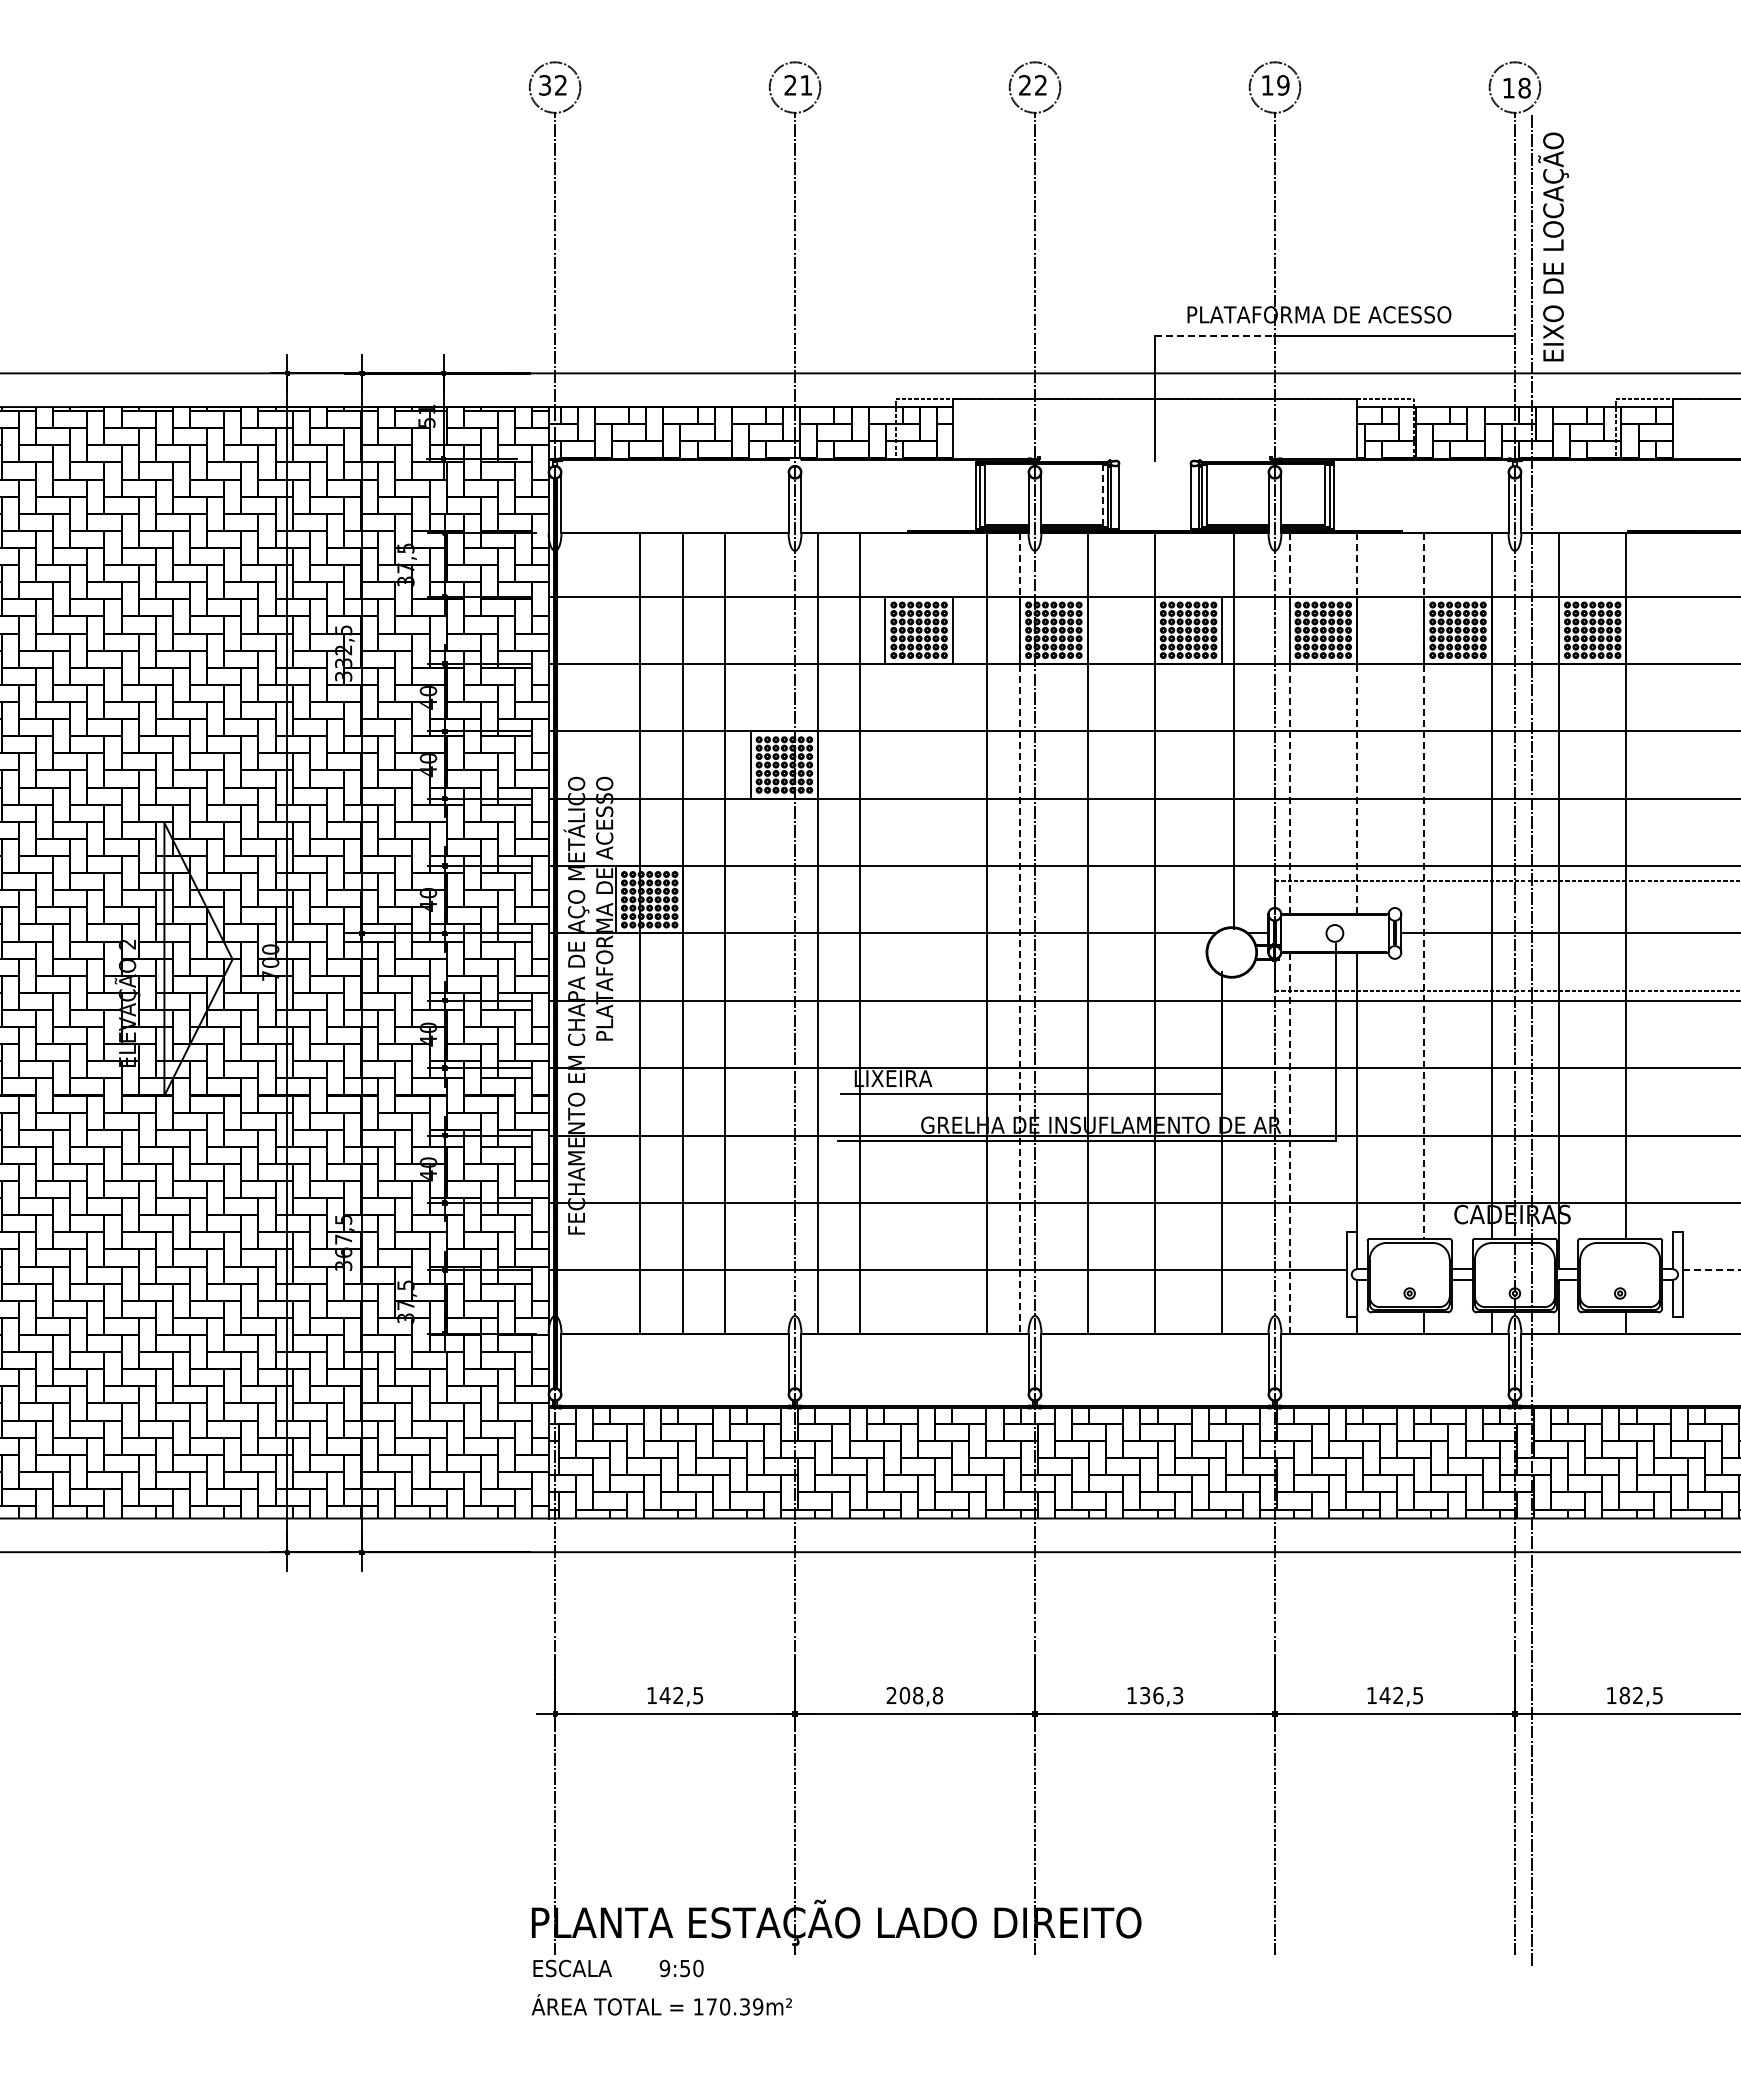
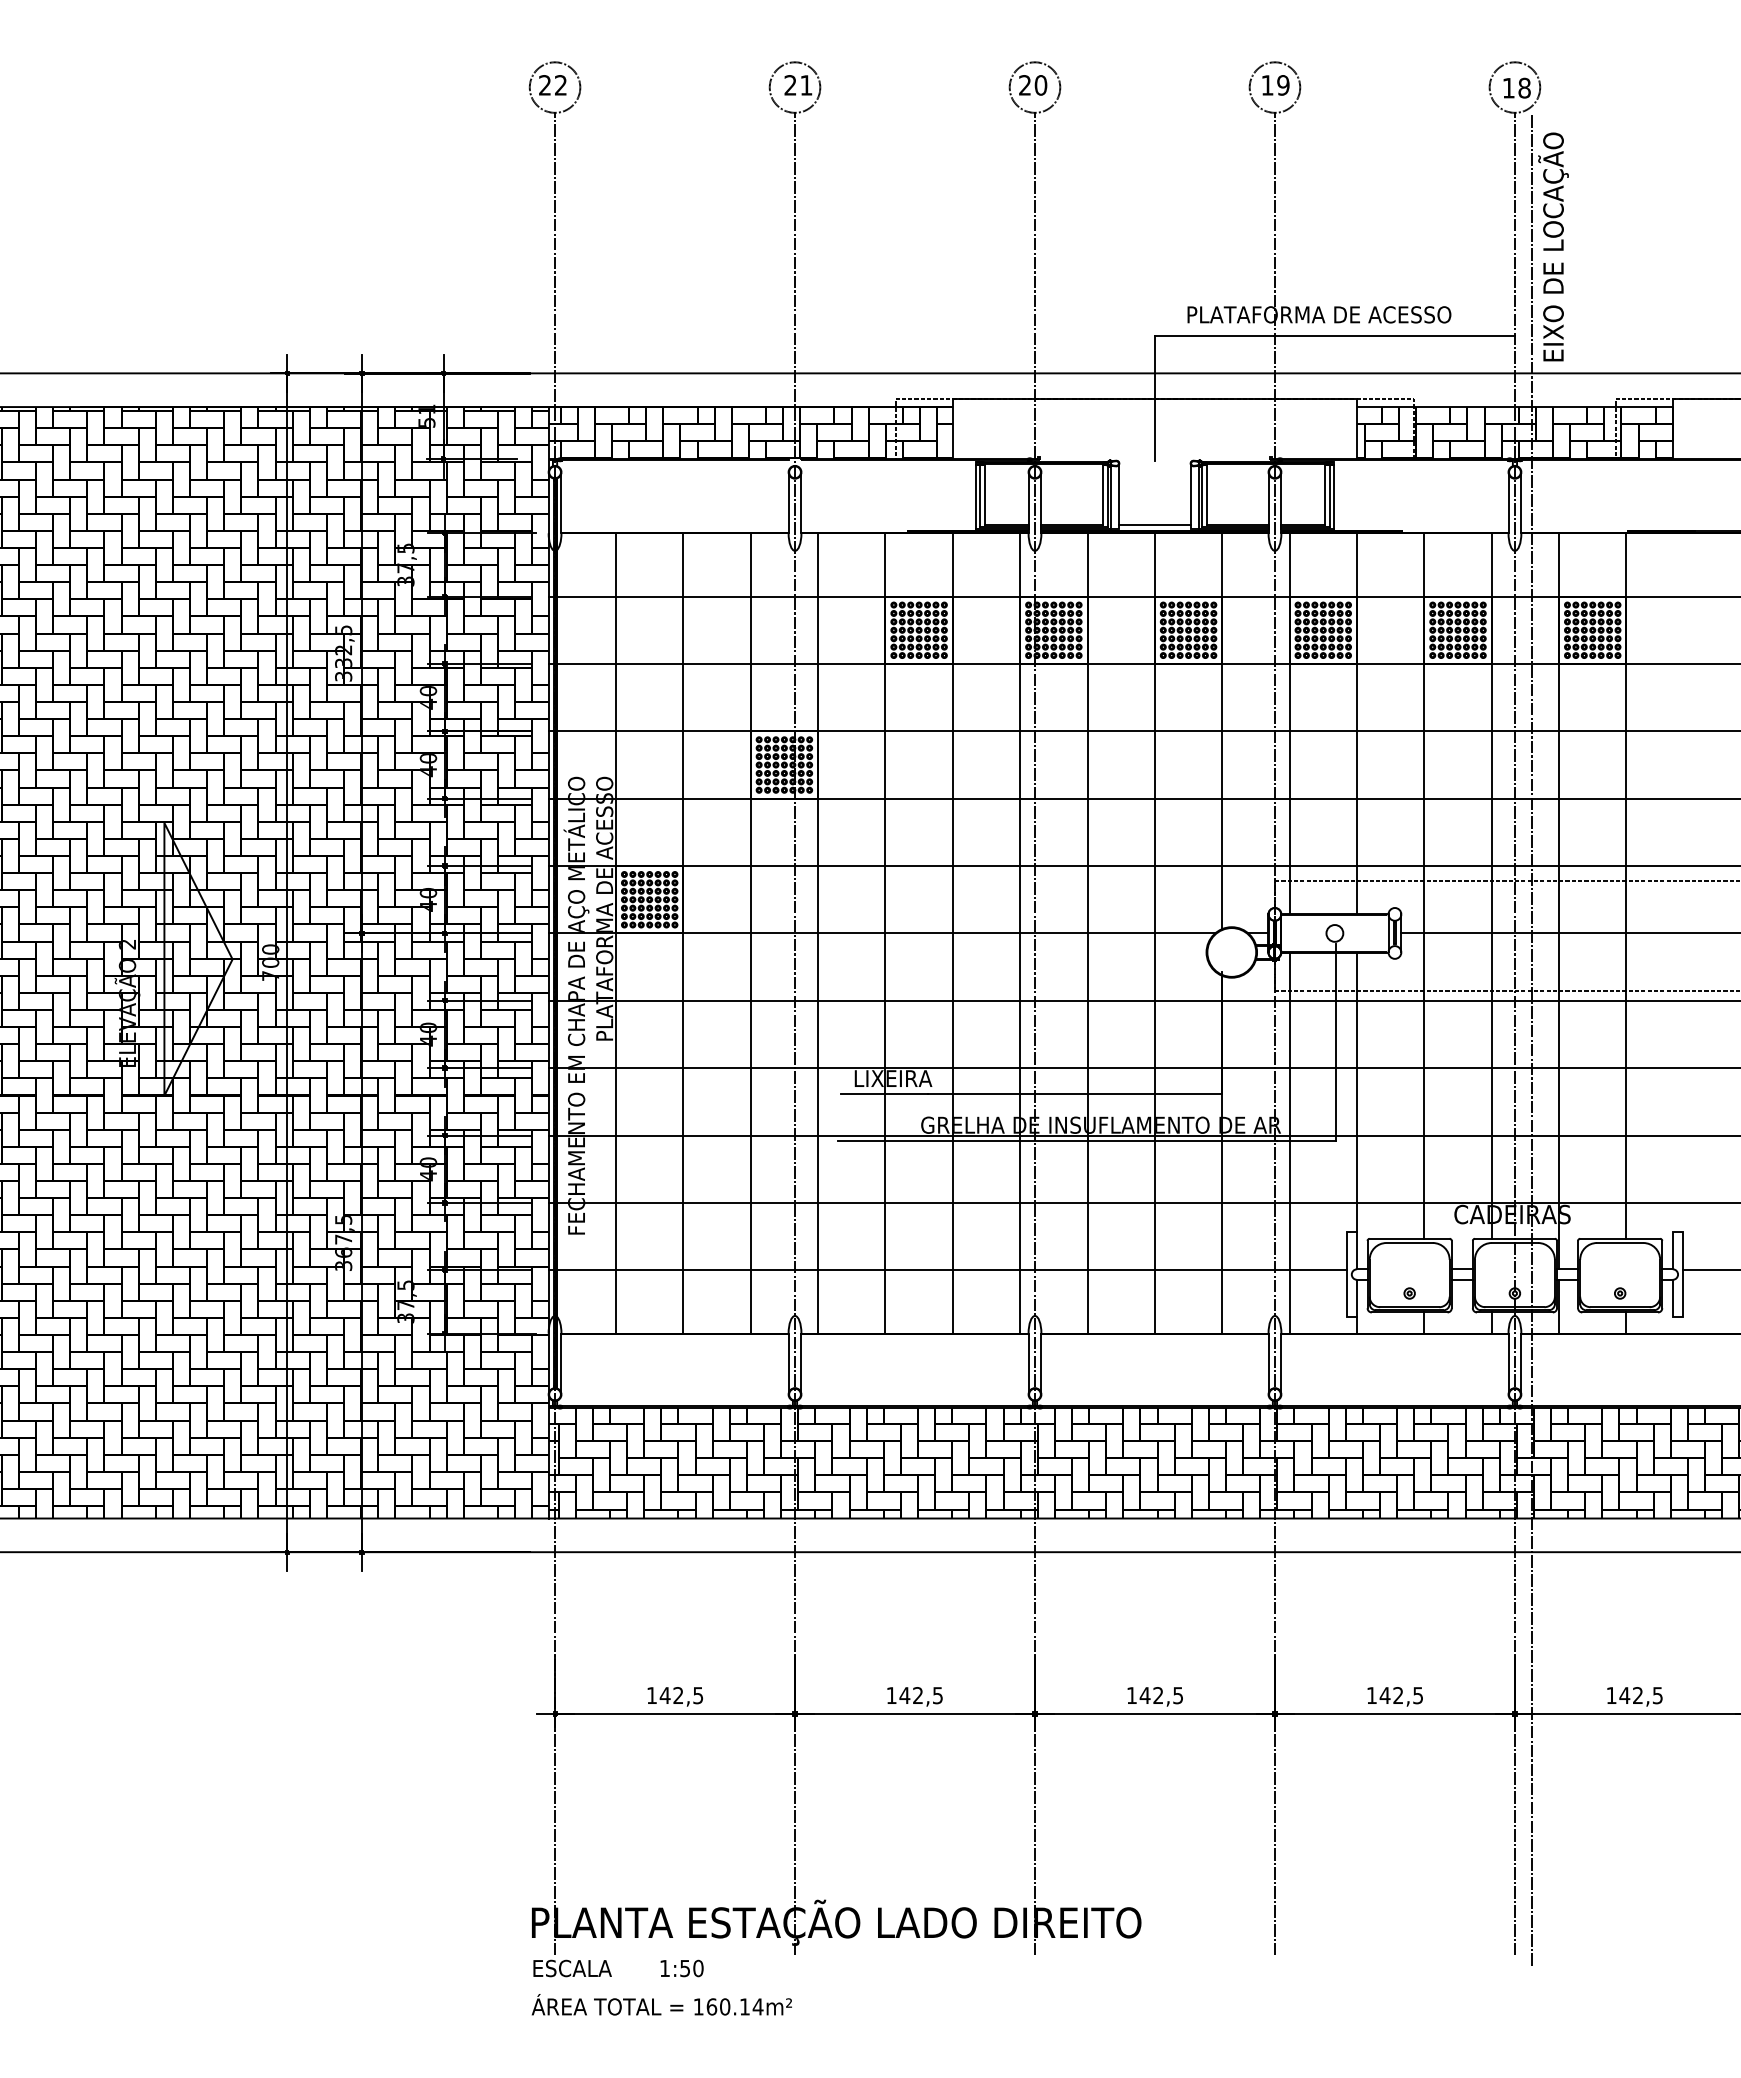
text at (545, 85): 32 -> 22
text at (1040, 85): 22 -> 20
line at (1214, 336): dashed -> solid
line at (1102, 495): dashed -> solid
line at (1154, 525): none -> present
line at (1289, 723): dashed -> solid
line at (1356, 723): dashed -> solid
line at (1234, 731) position: (1234, 731) -> (1222, 731)
line at (1424, 886): dashed -> solid
line at (640, 933) position: (640, 933) -> (616, 933)
line at (724, 933) position: (724, 933) -> (750, 933)
line at (860, 933) position: (860, 933) -> (885, 933)
line at (986, 933) position: (986, 933) -> (952, 933)
line at (1020, 933): dashed -> solid
line at (1289, 1143): dashed -> solid
line at (1712, 1270): dashed -> solid
text at (914, 1695): 208,8 -> 142,5
text at (1161, 1695): 136,3 -> 142,5
text at (1624, 1695): 182,5 -> 142,5
text at (664, 1968): 9:50 -> 1:50
text at (734, 2006): 170.39m² -> 160.14m²
